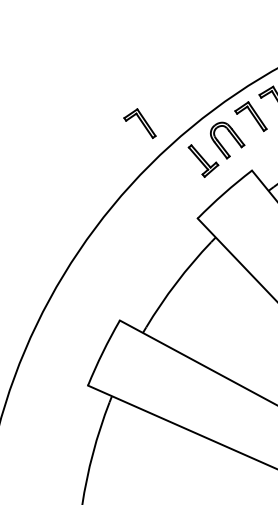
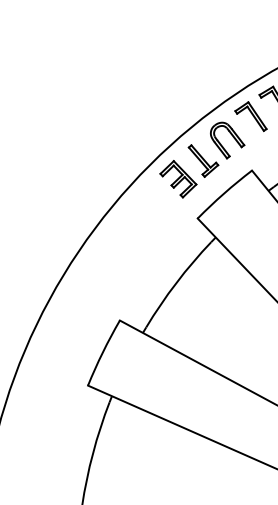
part at (139, 123): present -> none
part at (178, 179): none -> present
